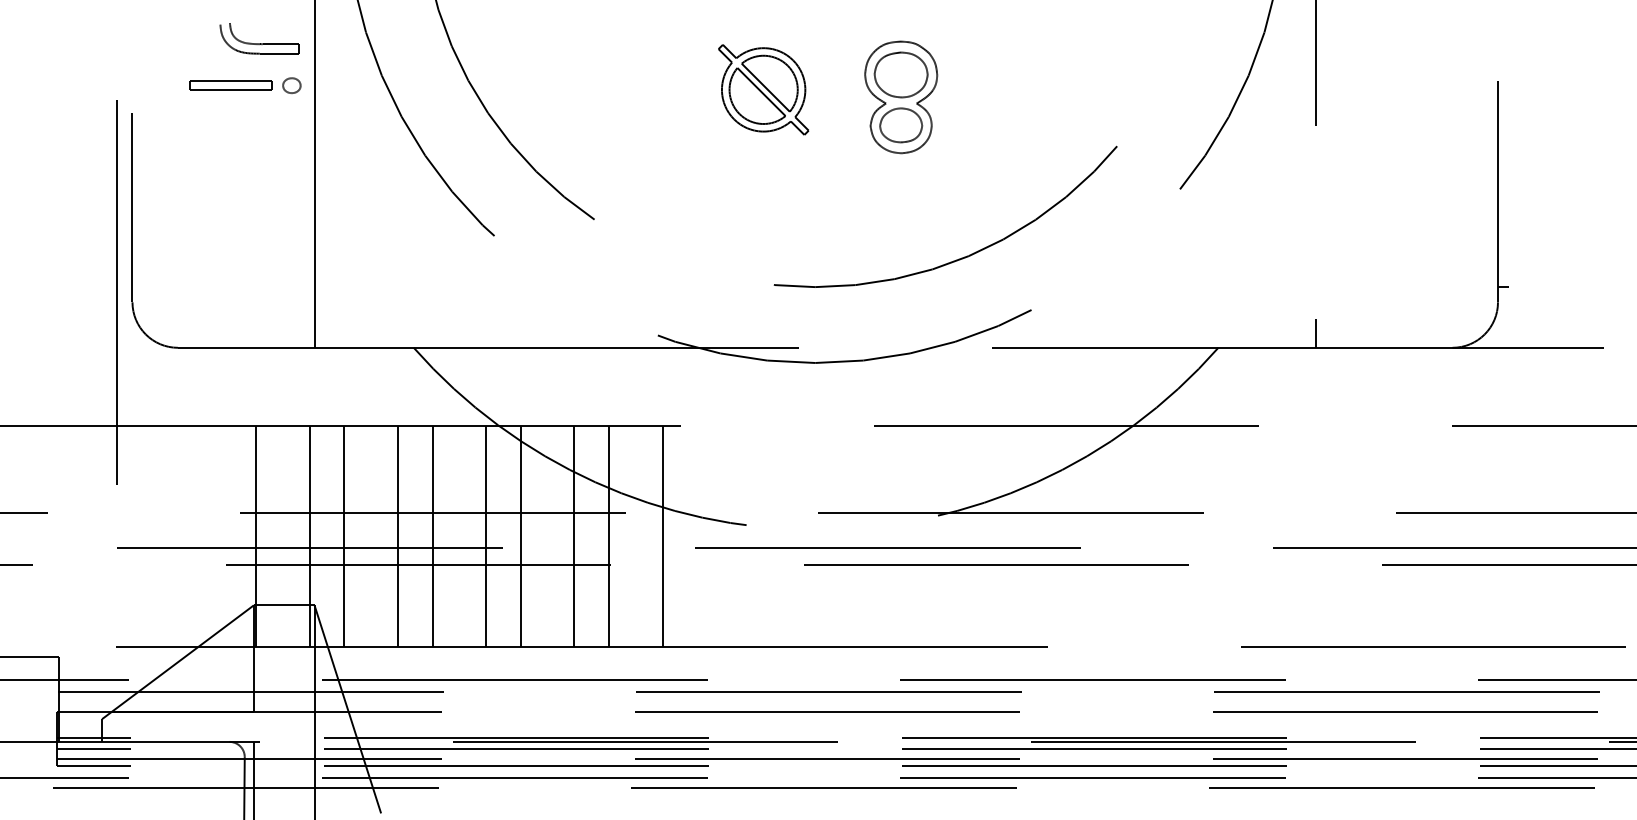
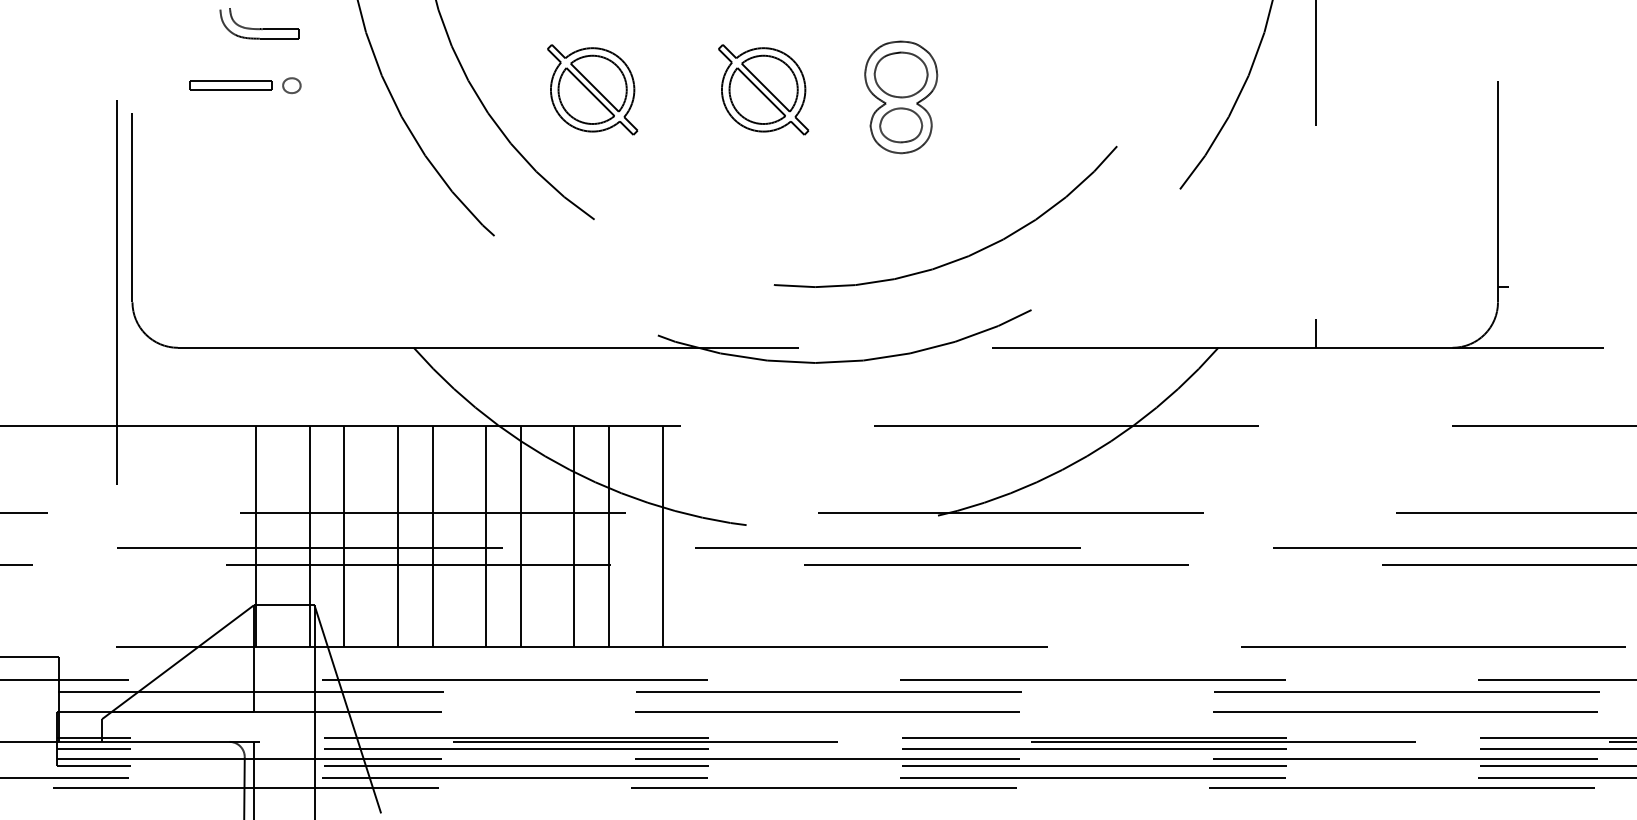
part at (259, 38) position: (259, 38) -> (259, 23)
part at (592, 89): none -> present
line at (314, 174): present -> none
